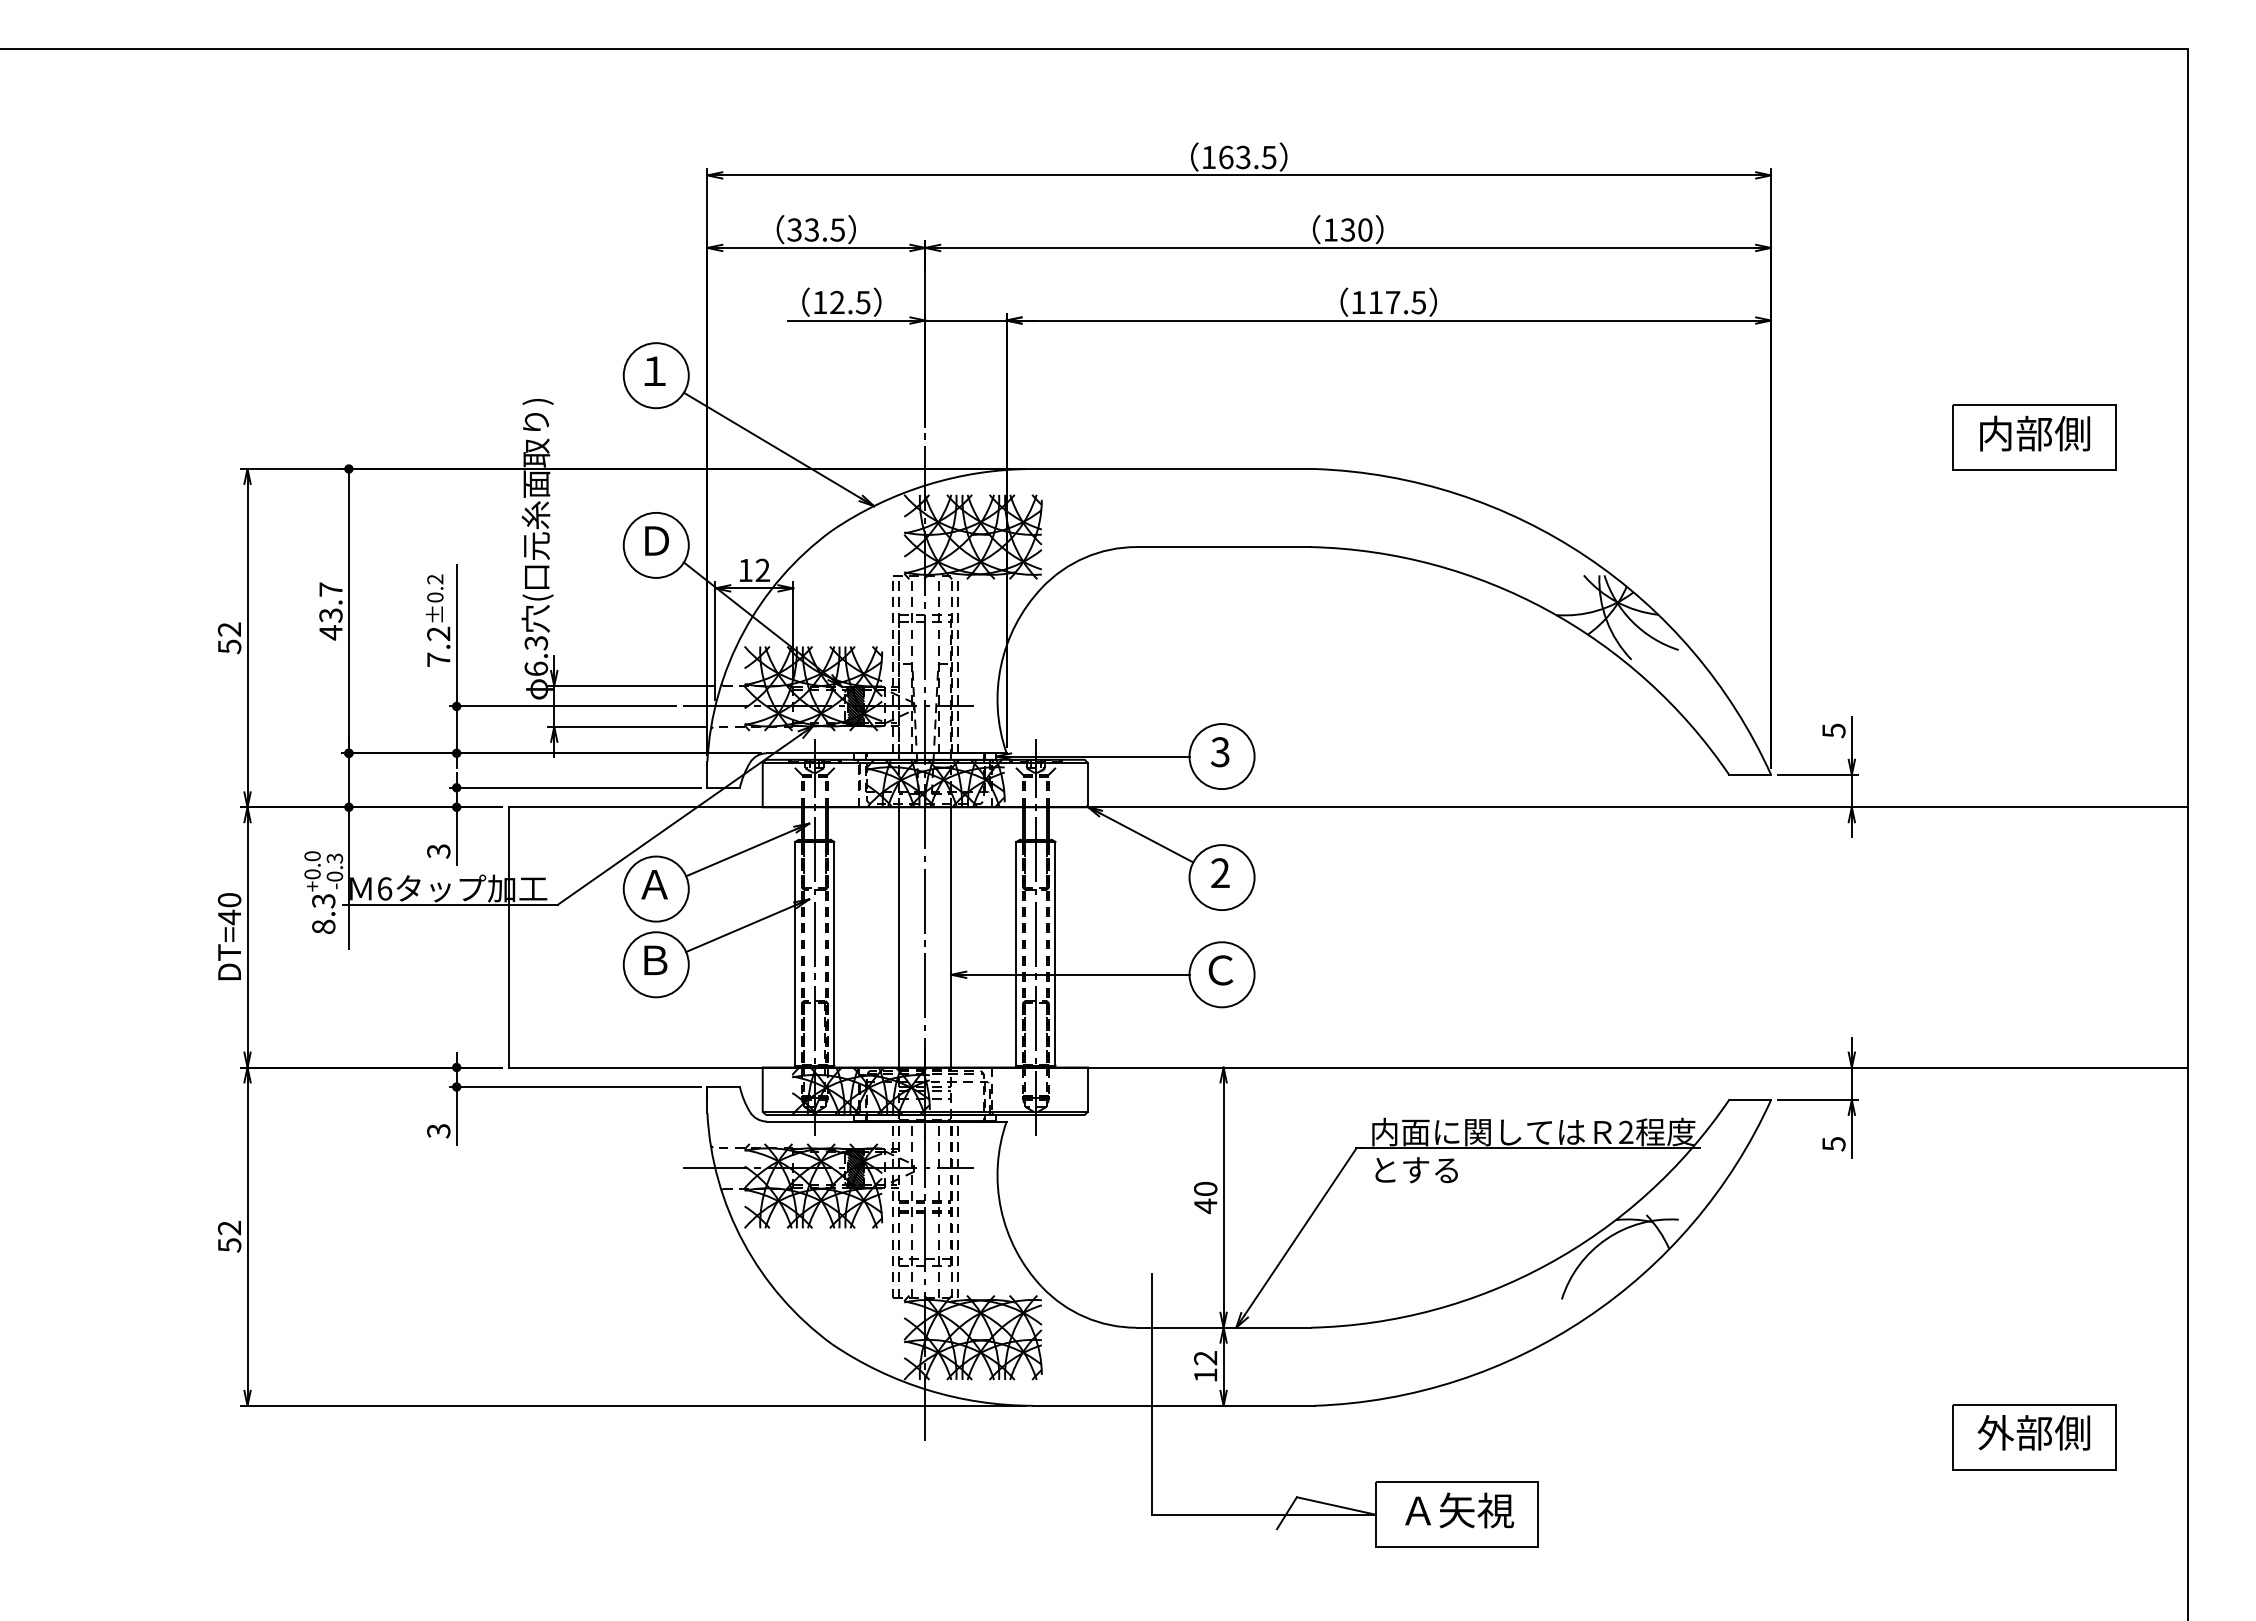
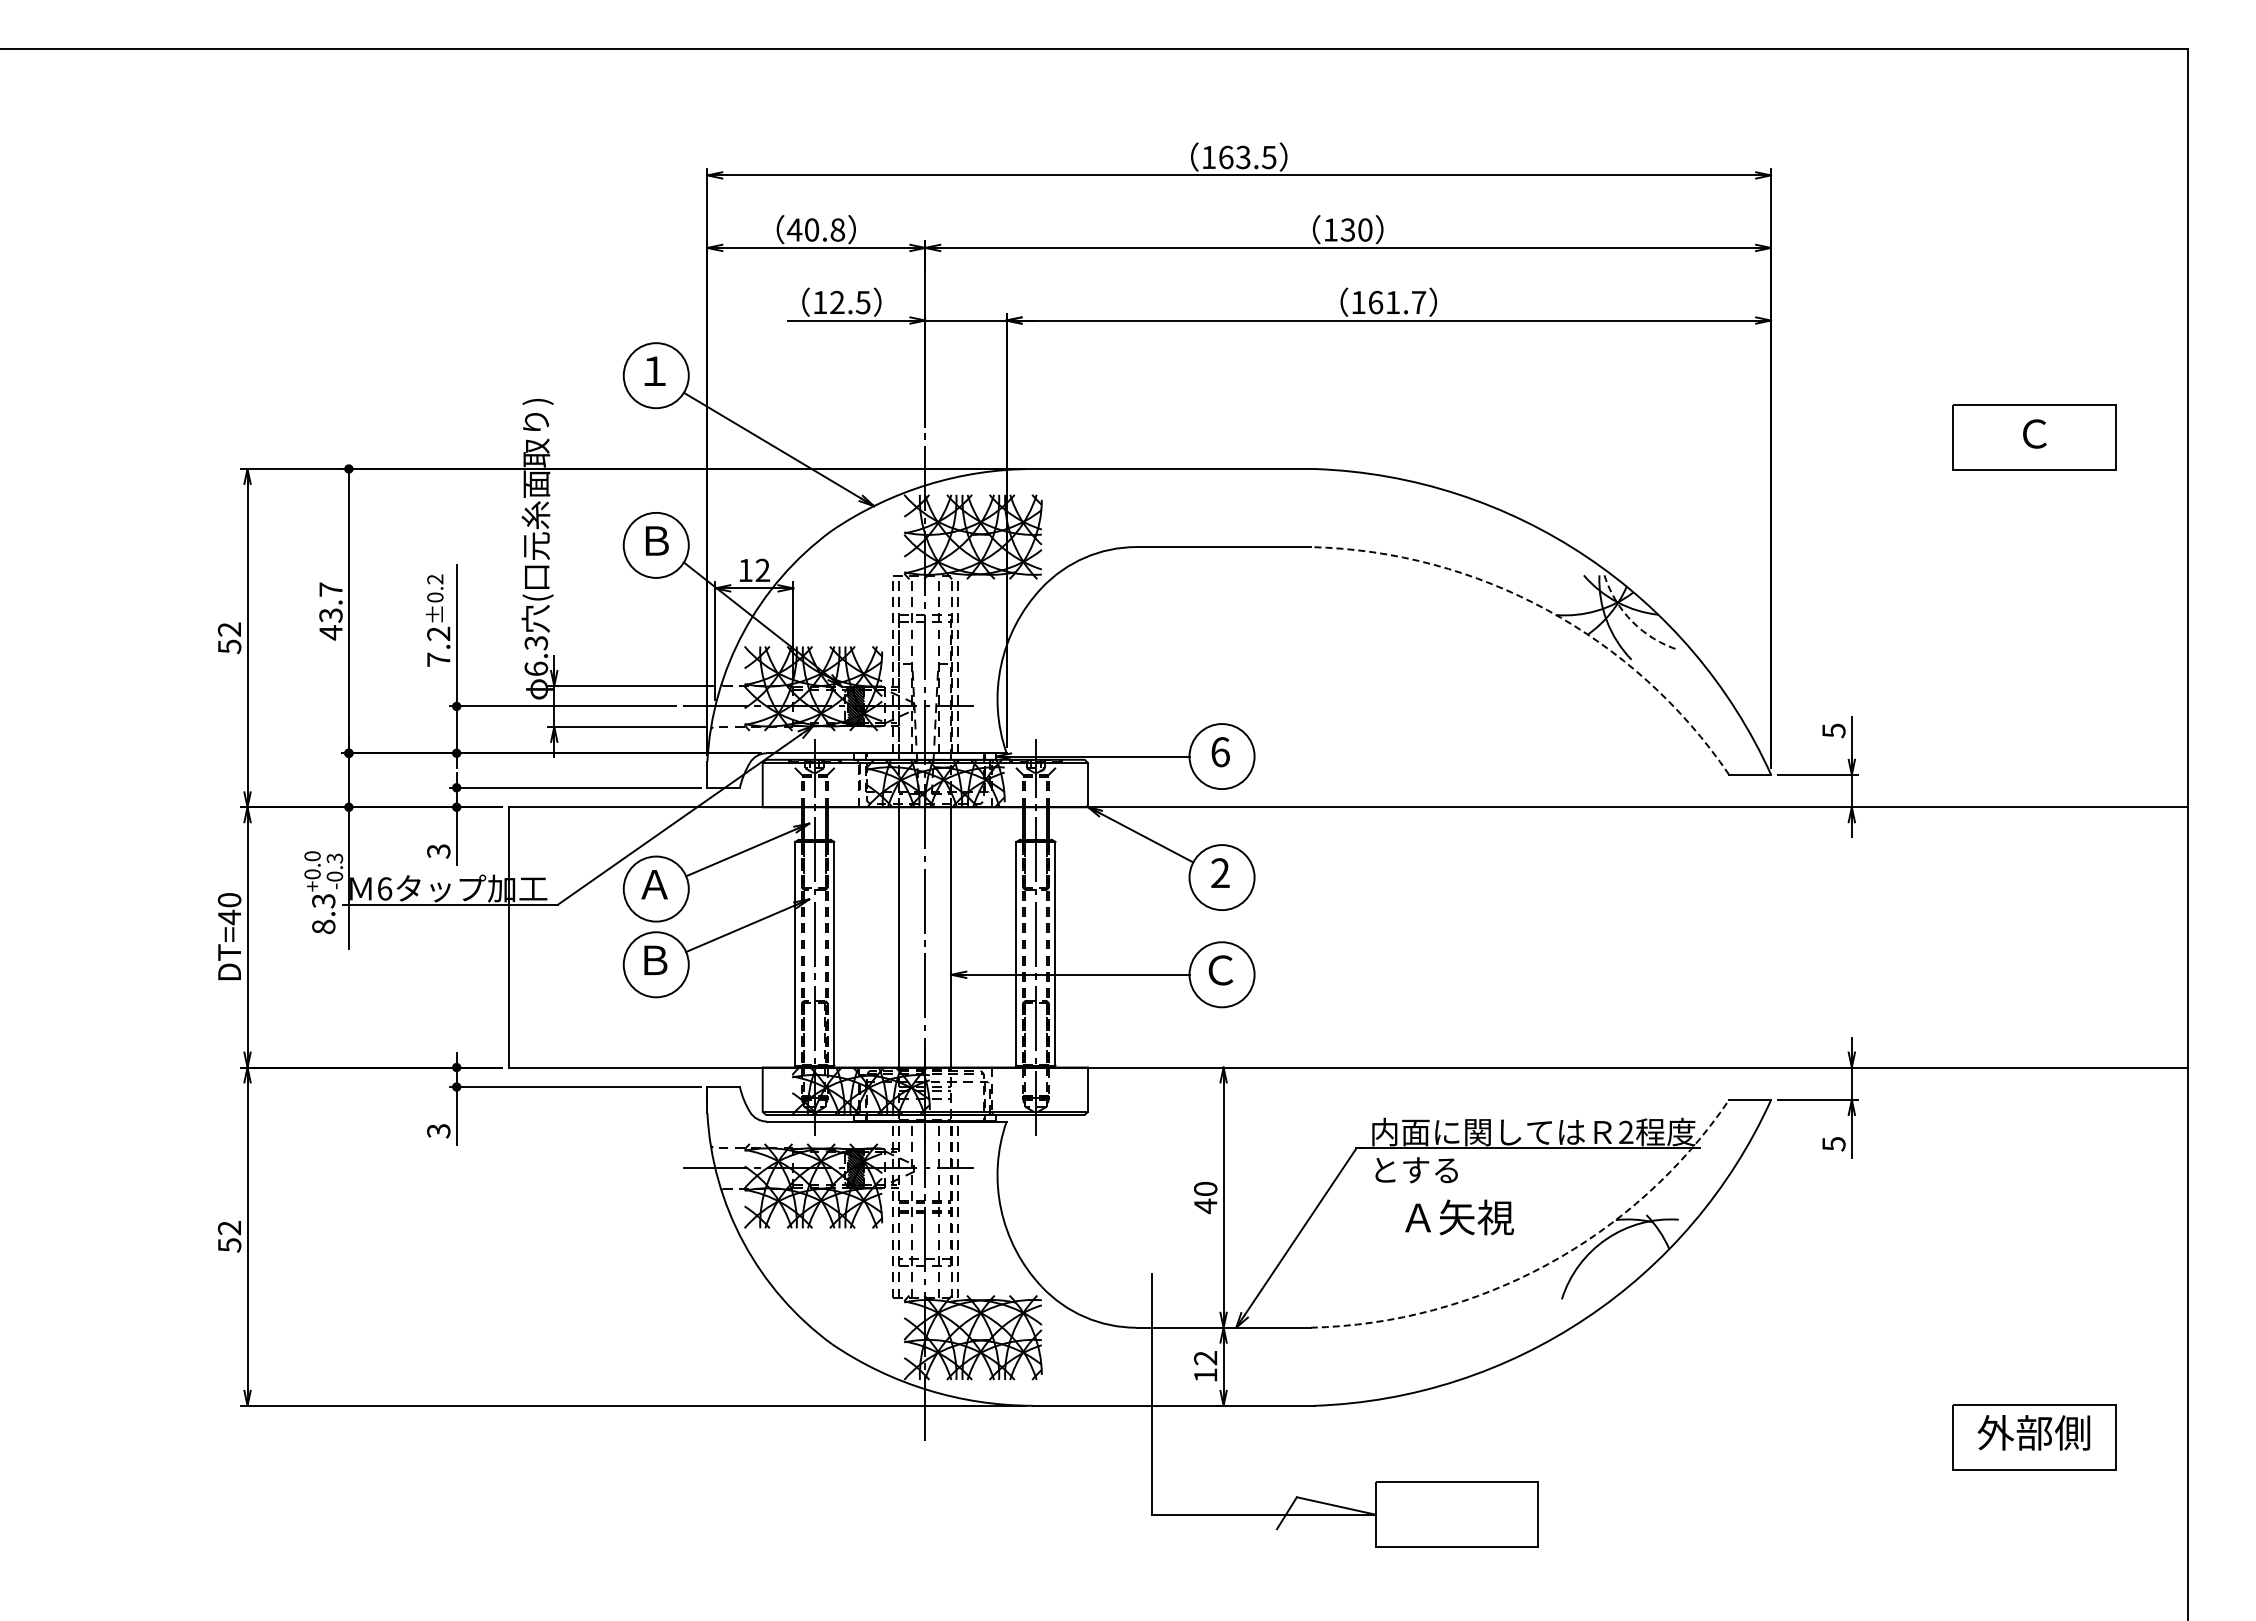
text at (815, 229): 33.5 -> 40.8
text at (1397, 302): 117.5 -> 161.7
text at (2035, 433): 内部側 -> Ｃ
text at (656, 540): Ｄ -> Ｂ
arc at (1547, 610): solid -> dashed
arc at (1632, 621): solid -> dashed
text at (1219, 752): 3 -> 6
arc at (1547, 1264): solid -> dashed
text at (1459, 1510) position: (1459, 1510) -> (1459, 1217)
